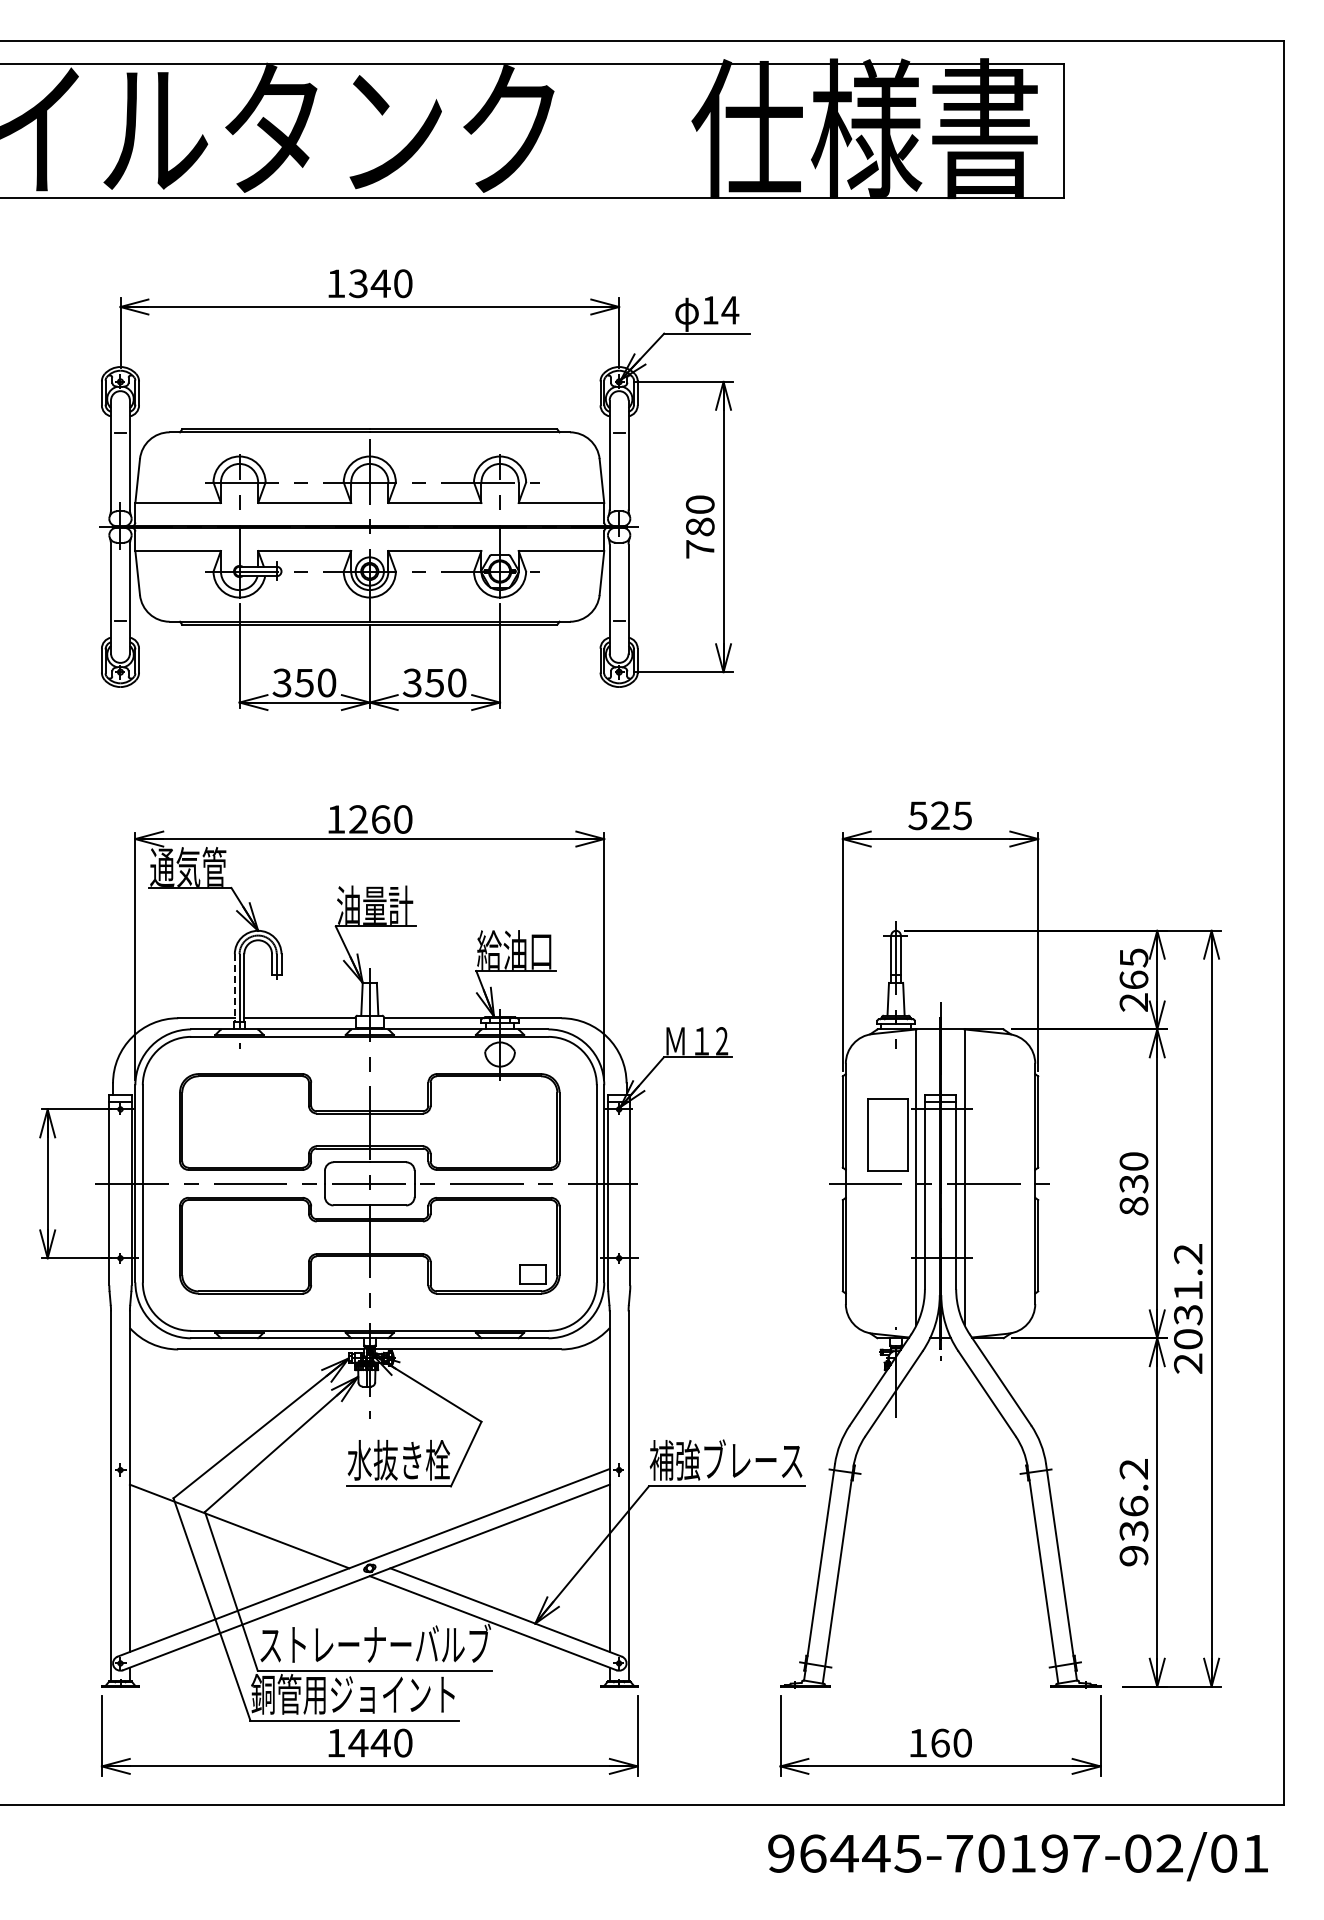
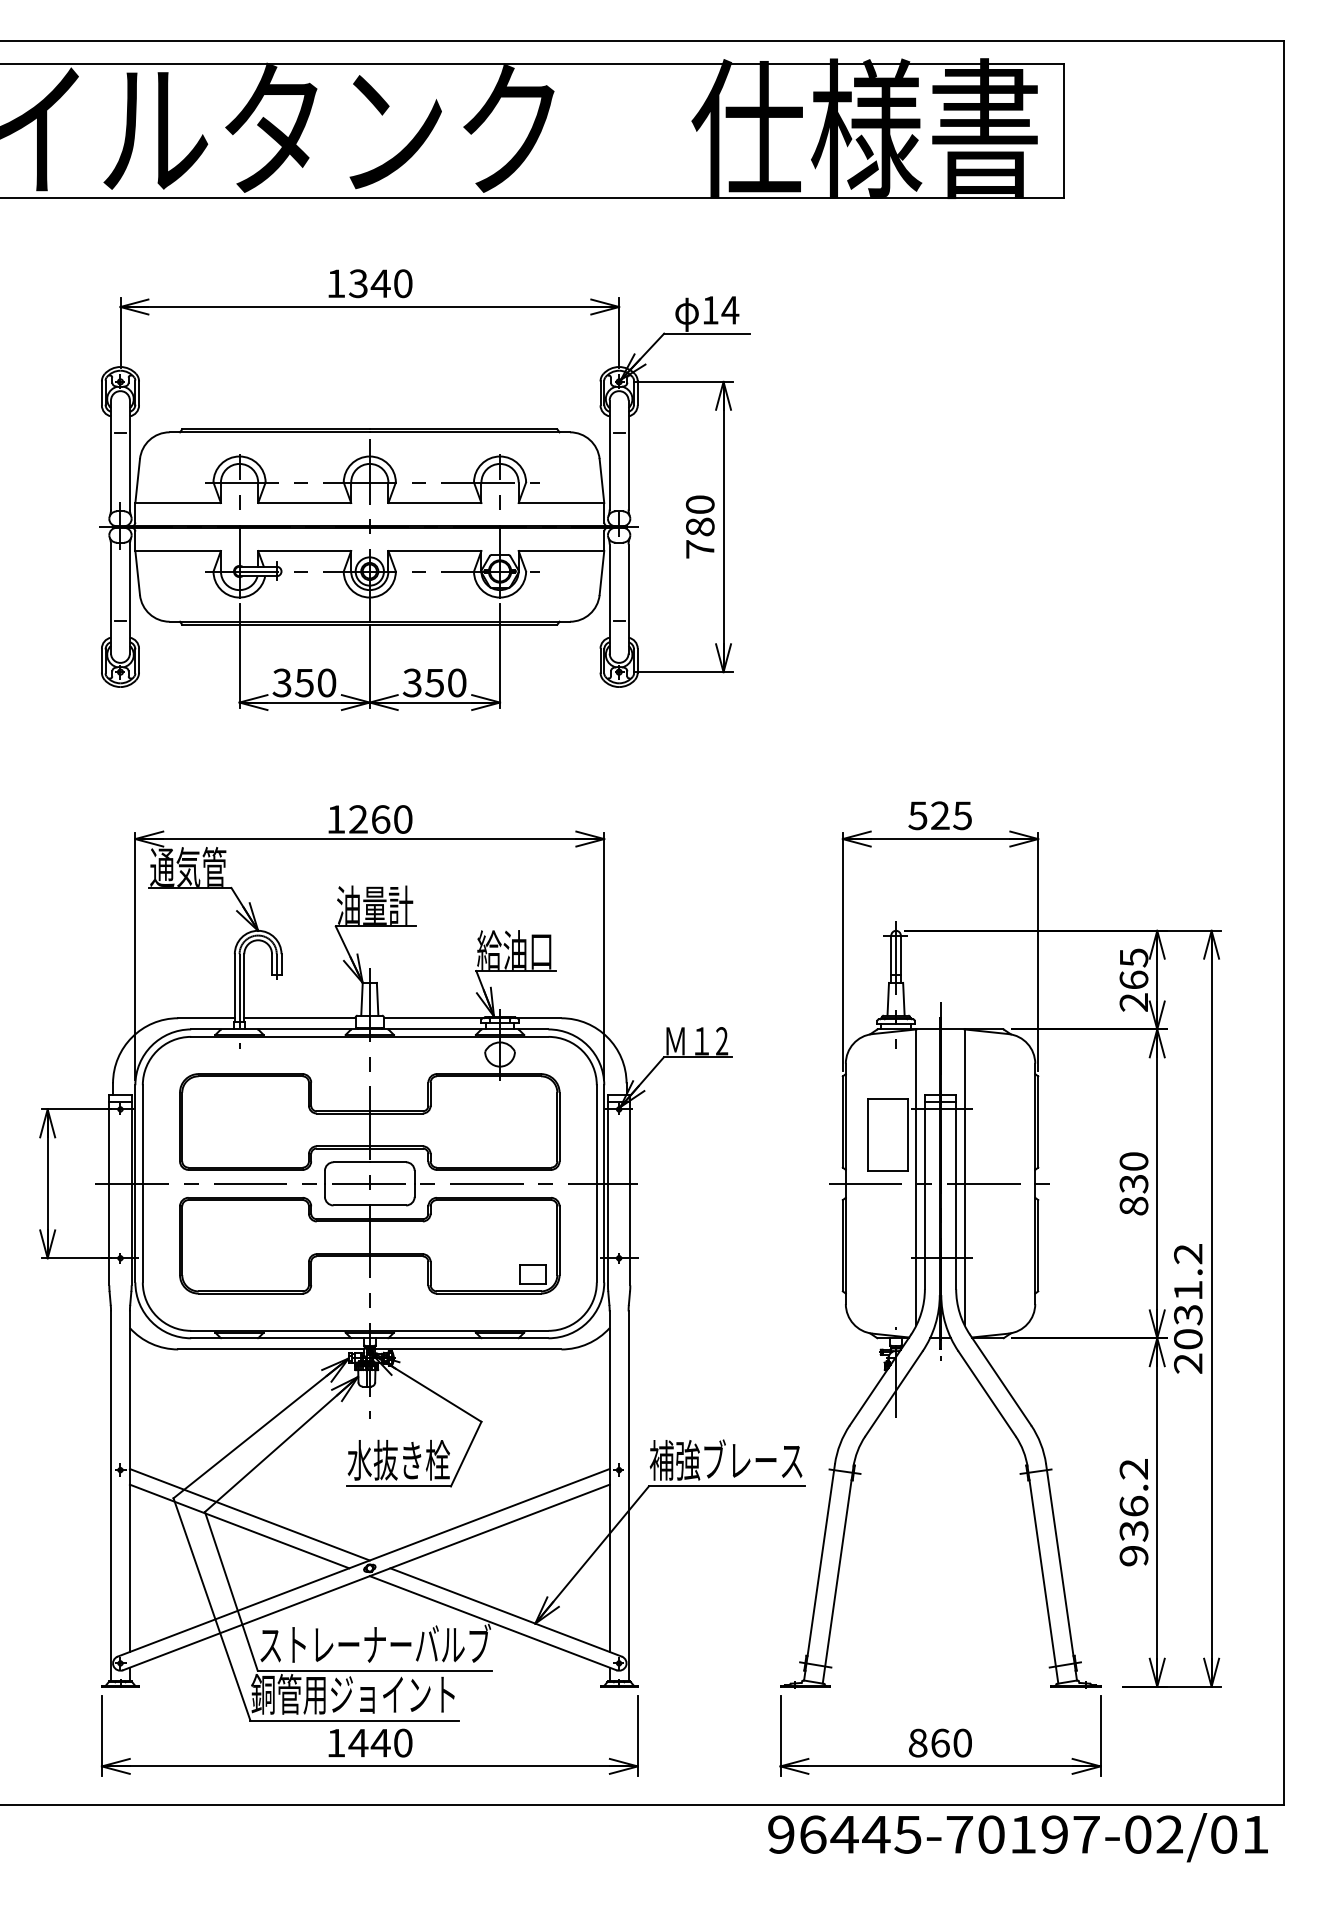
line at (234, 988): dashed -> solid
line at (249, 1514): none -> present
text at (918, 1742): 160 -> 860
text at (1017, 1856) position: (1017, 1856) -> (1017, 1837)
